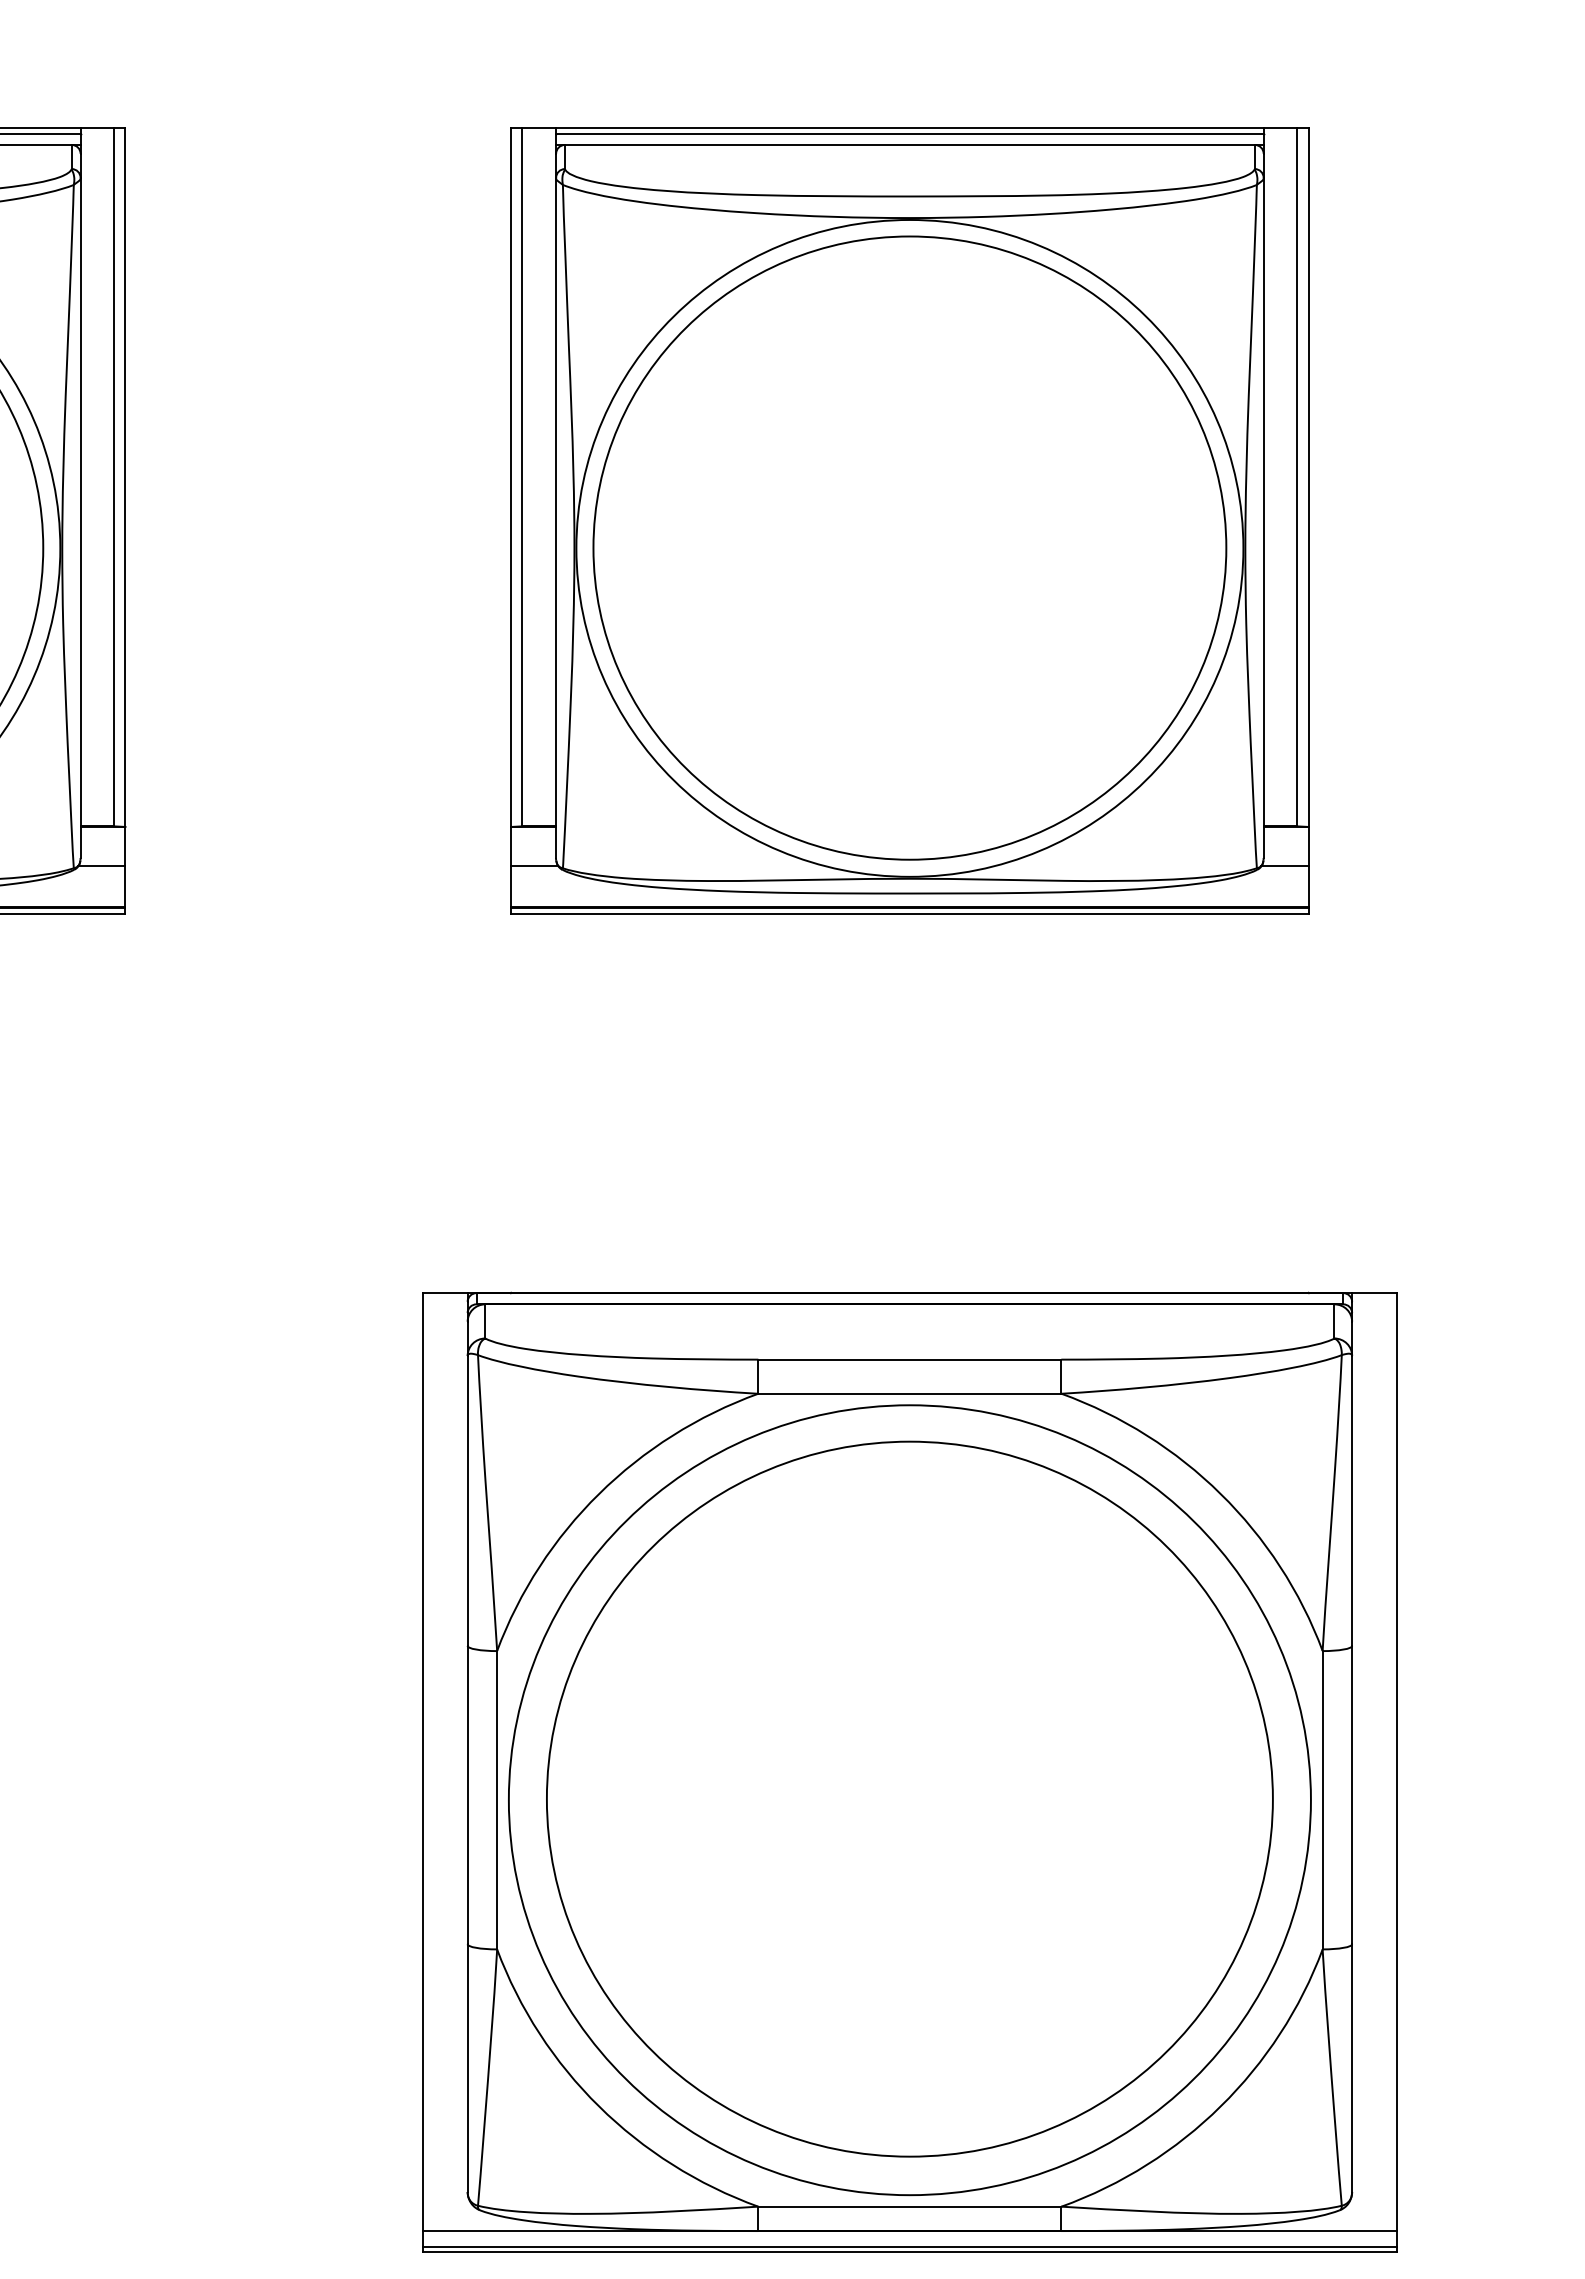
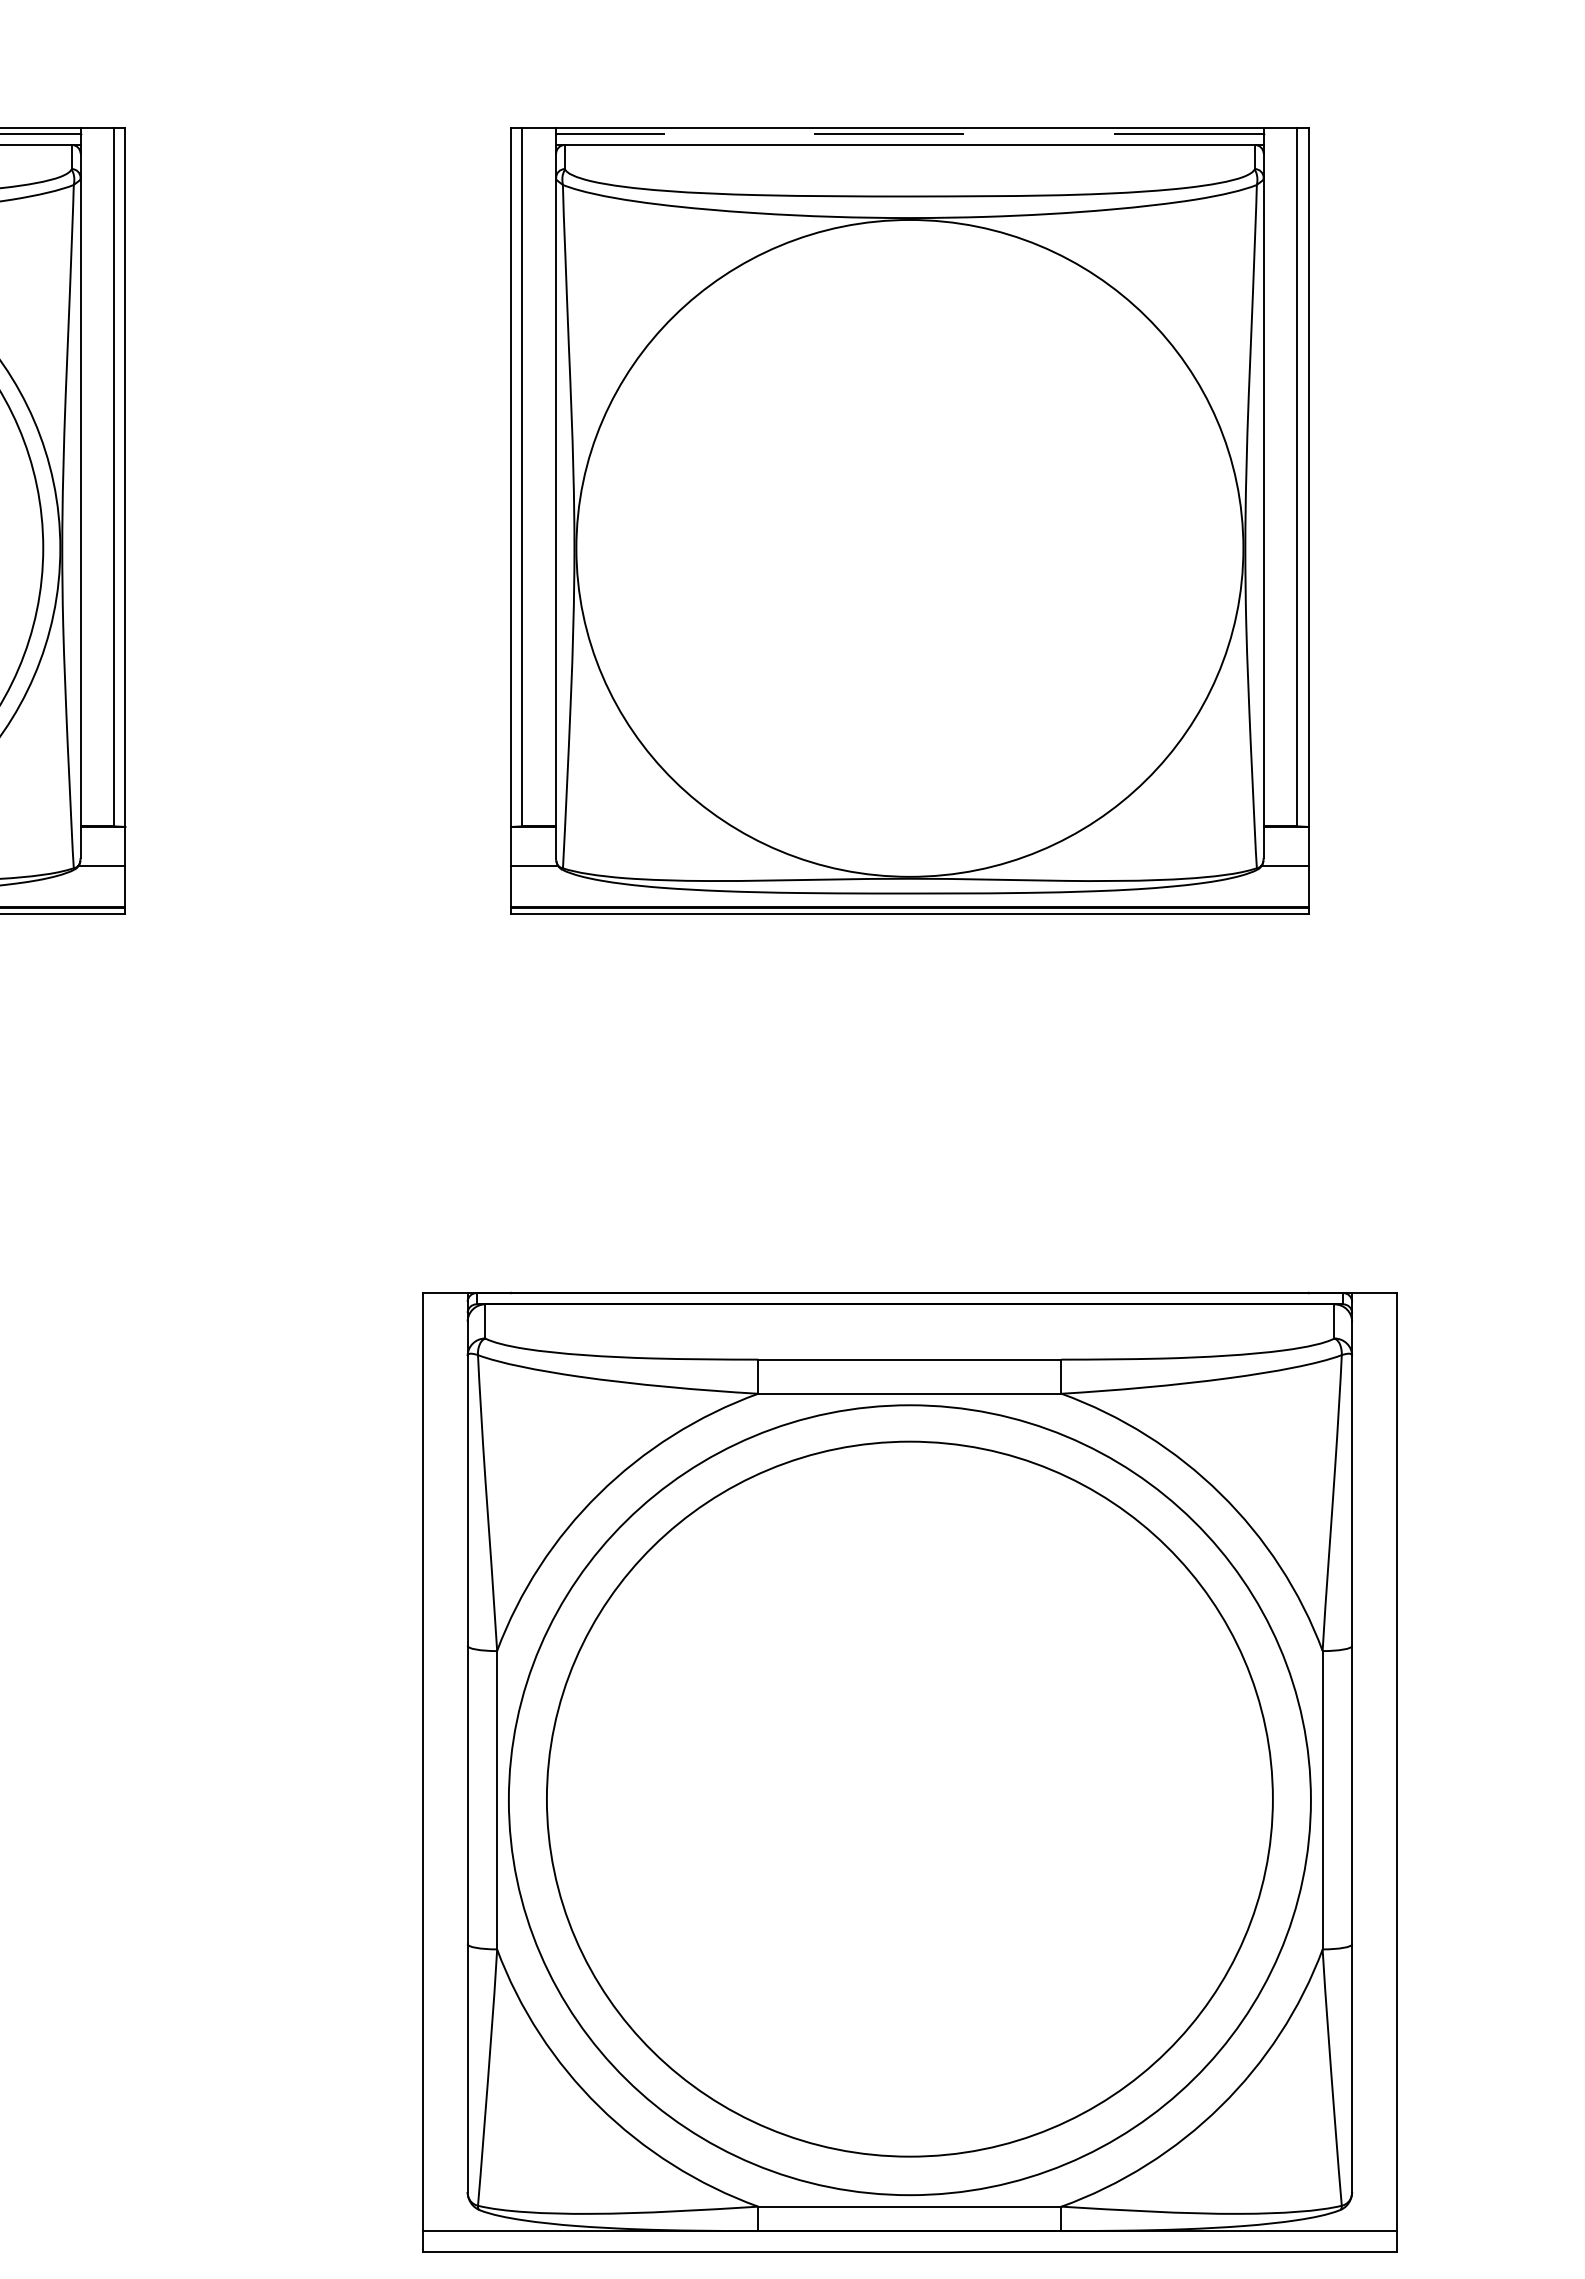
line at (909, 133): solid -> dashed
part at (909, 547): present -> none
line at (909, 2247): present -> none
